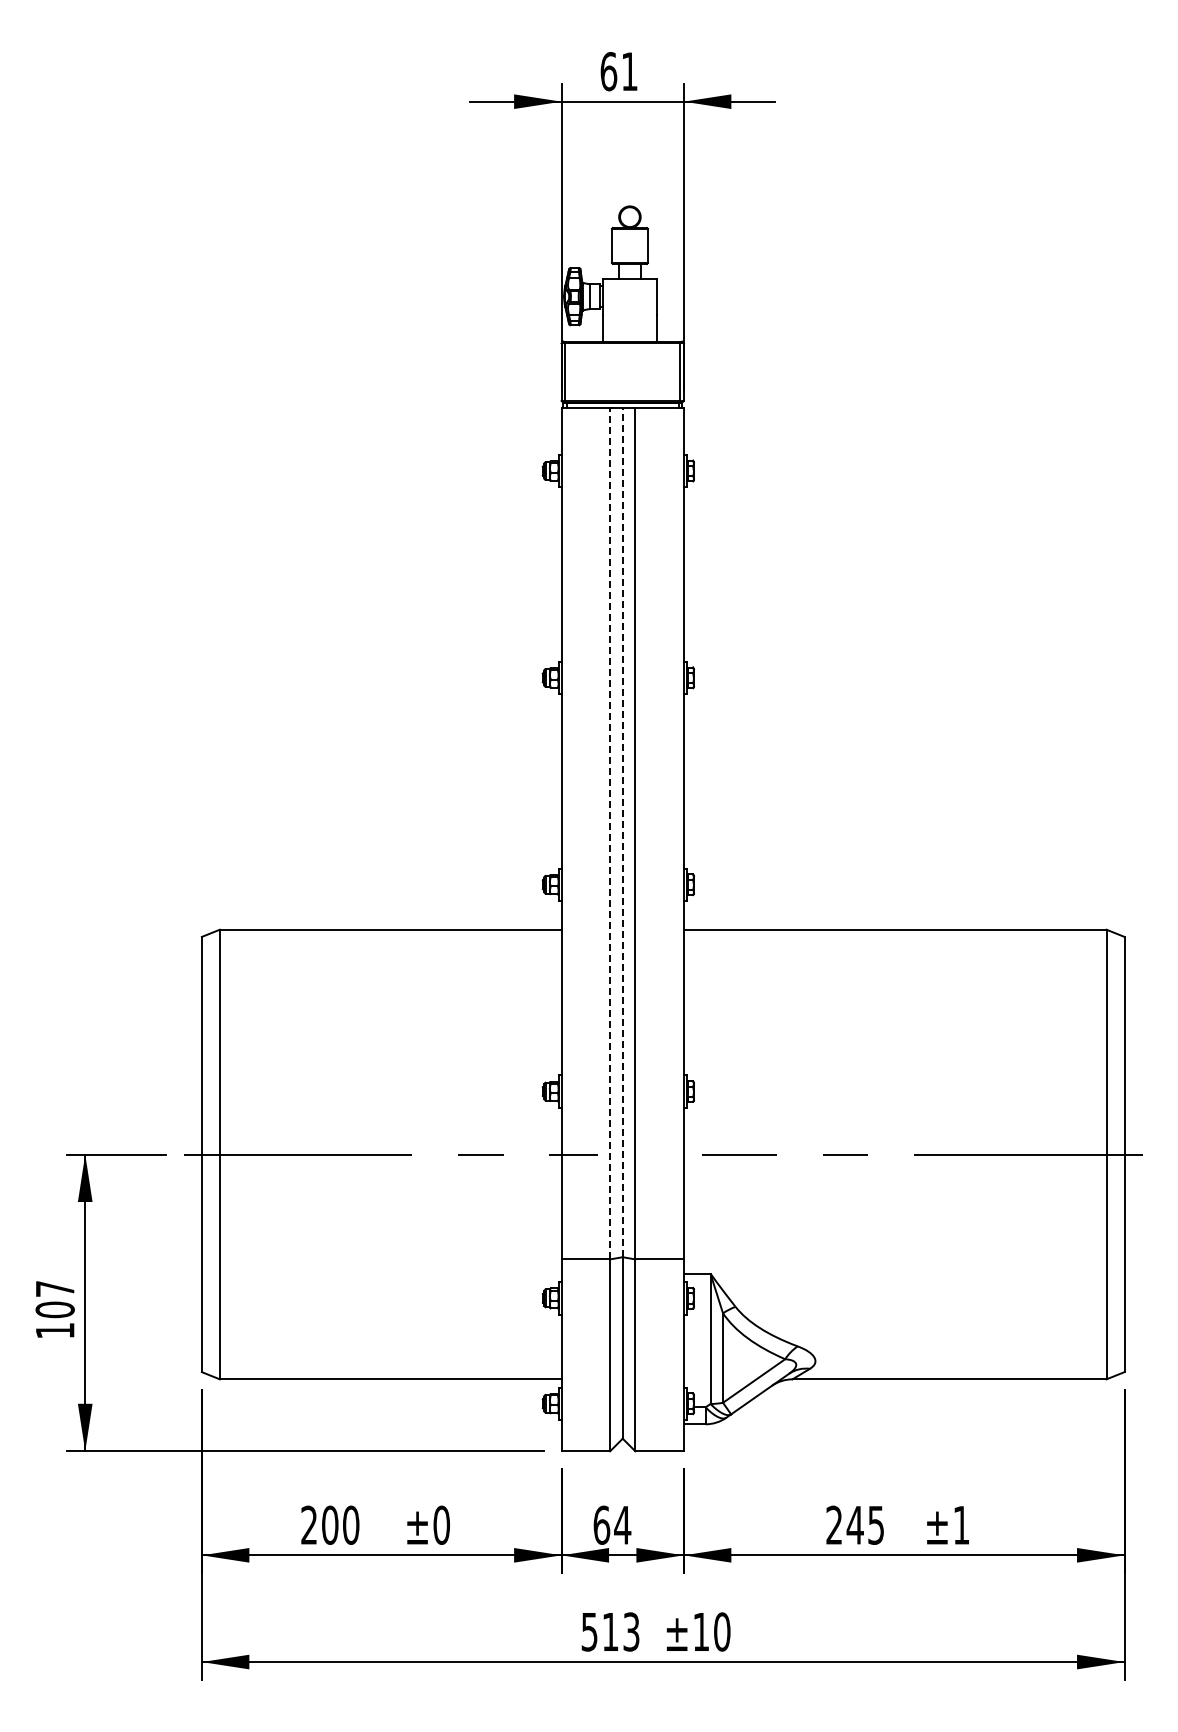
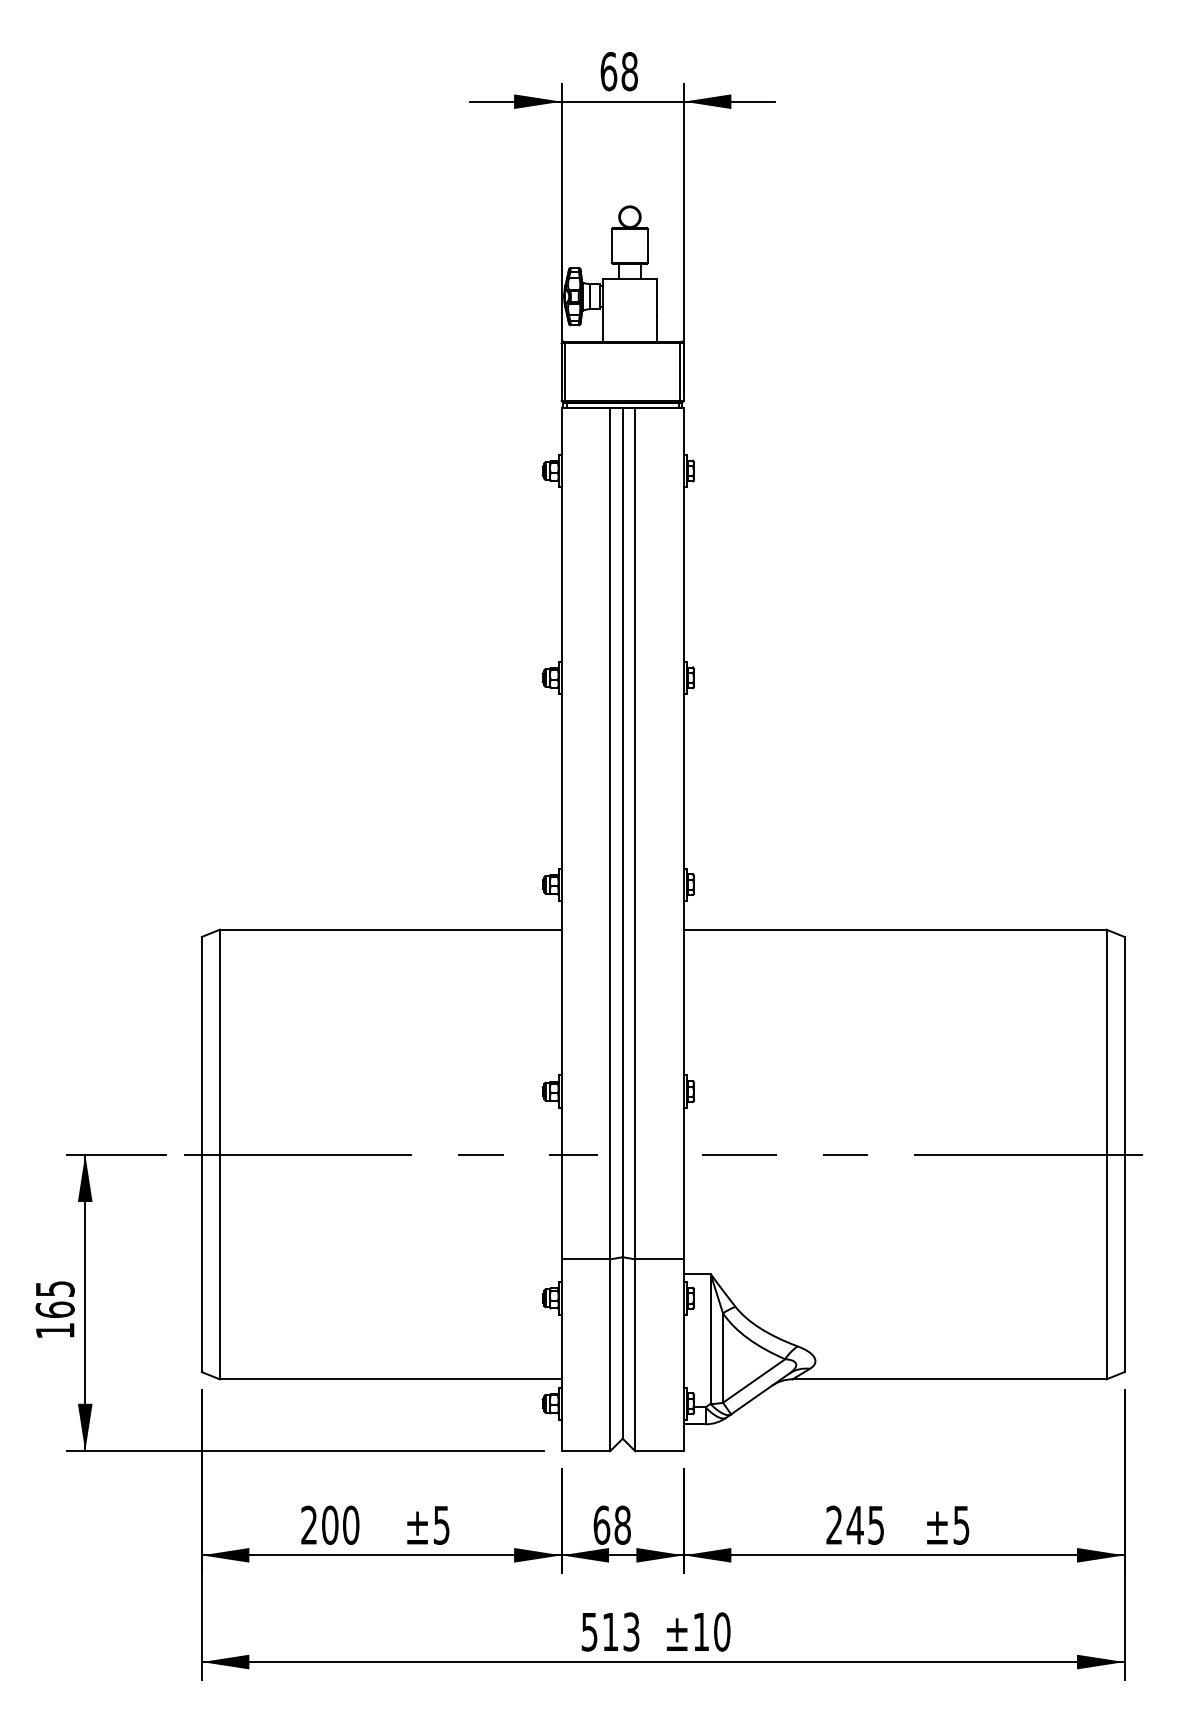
text at (629, 71): 61 -> 68
line at (622, 832): dashed -> solid
line at (610, 833): dashed -> solid
text at (54, 1299): 107 -> 165
text at (441, 1524): ±0 -> ±5
text at (622, 1524): 64 -> 68
text at (961, 1525): ±1 -> ±5
